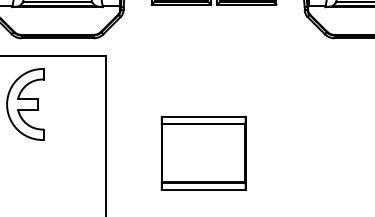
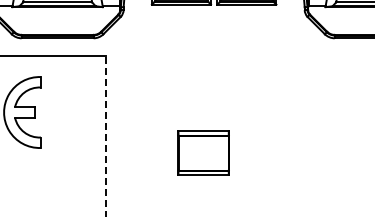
part at (25, 104) position: (25, 104) -> (22, 112)
line at (106, 135): solid -> dashed
part at (203, 152) size: 87x76 px -> 53x46 px
